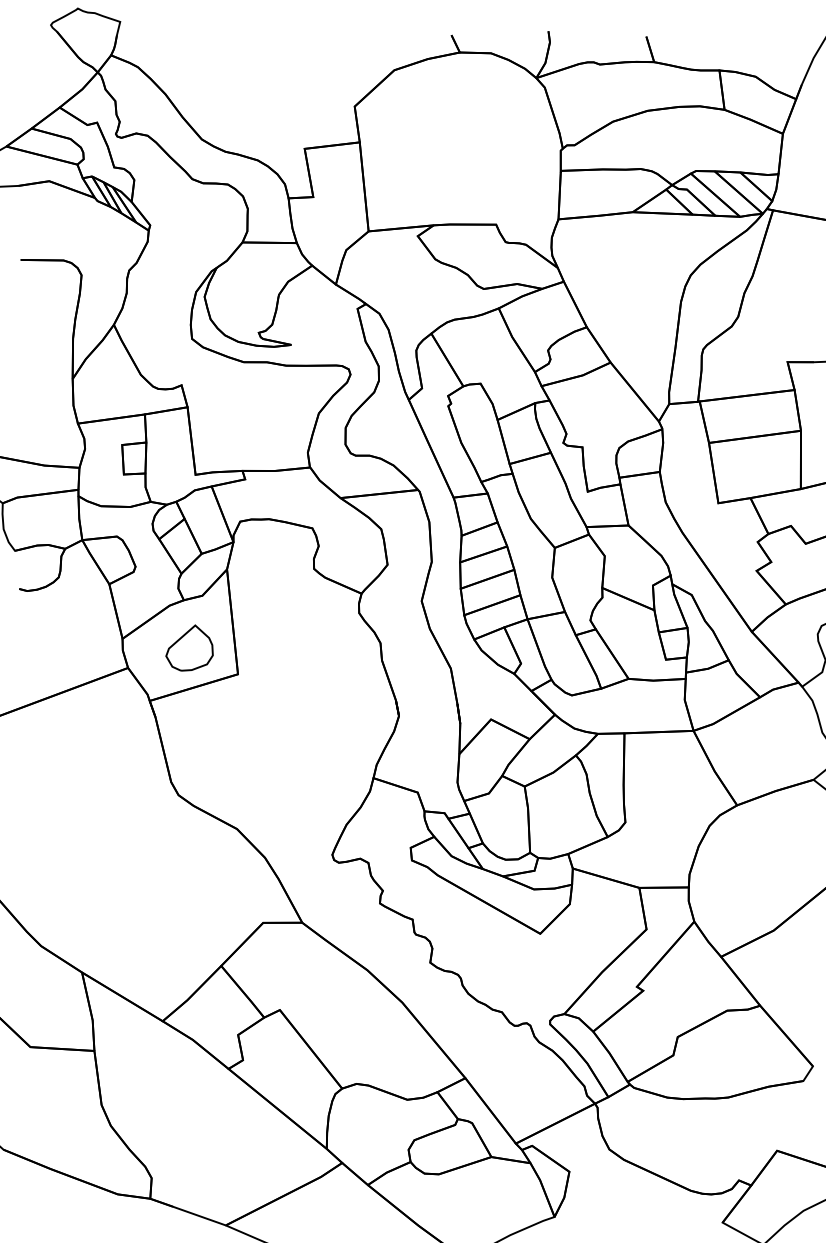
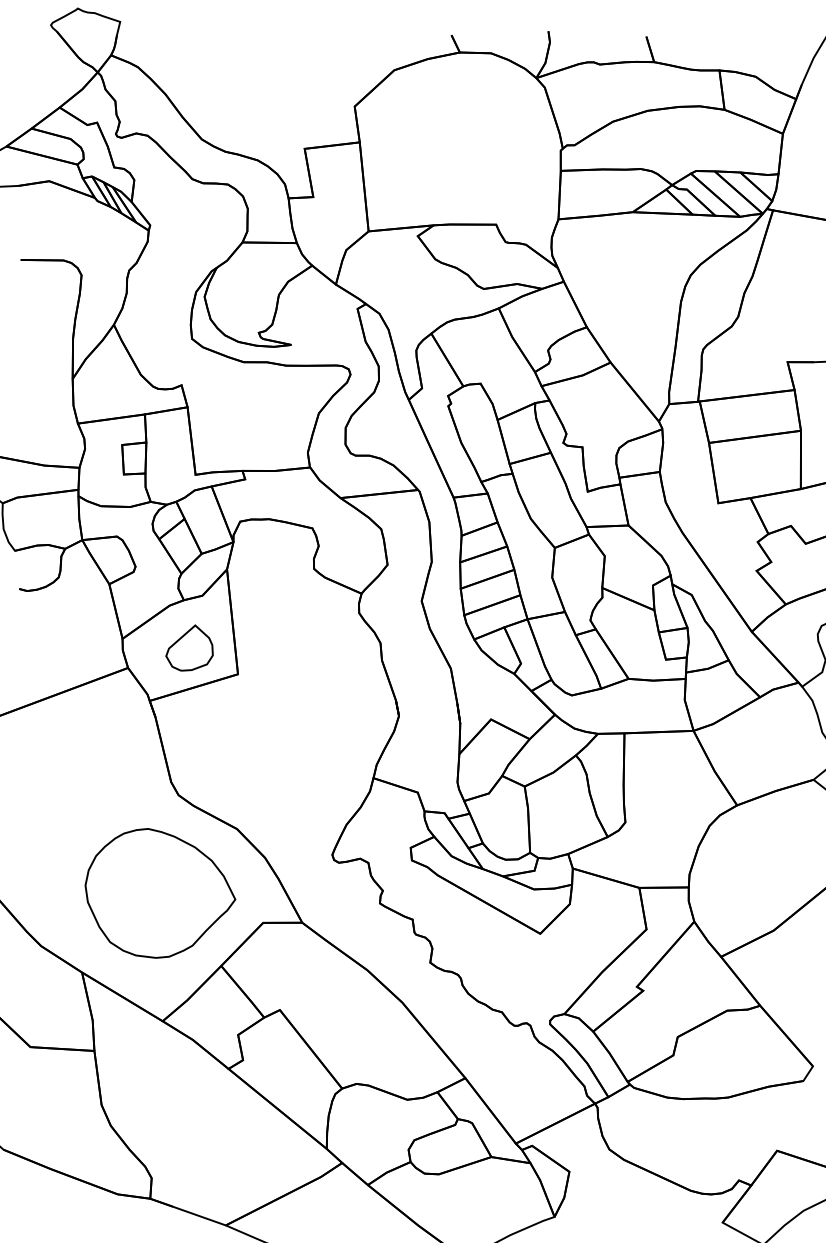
part at (160, 893): none -> present
